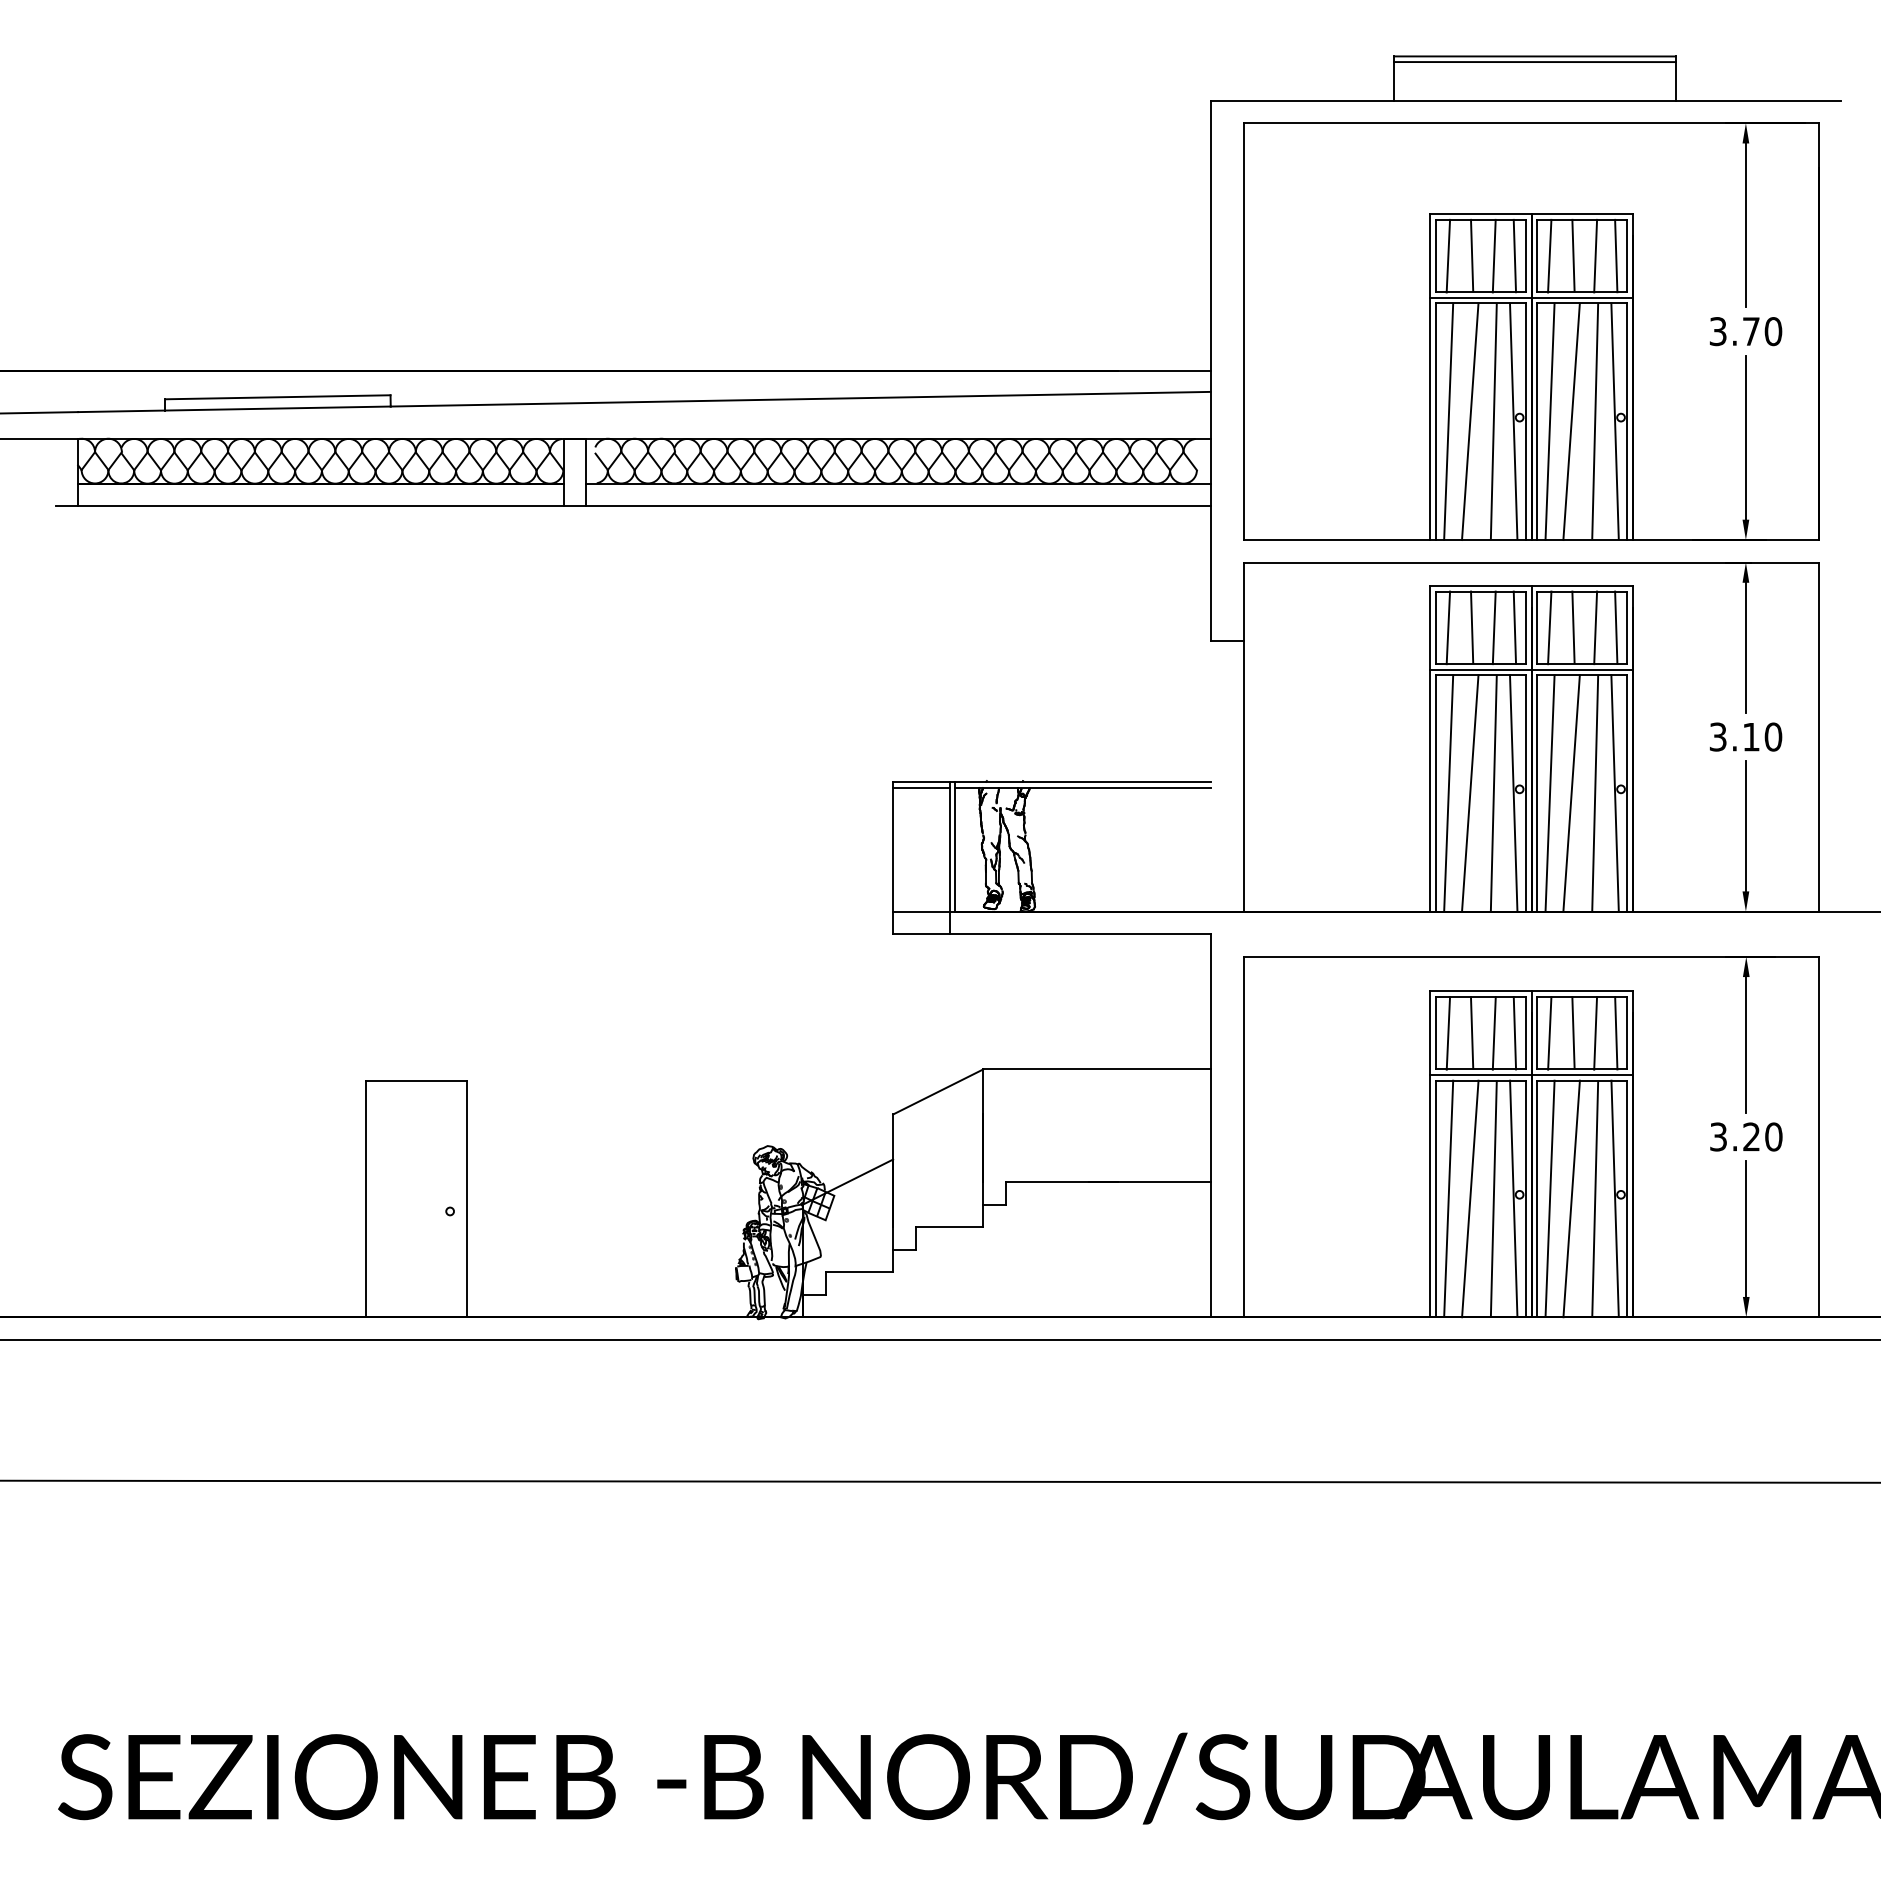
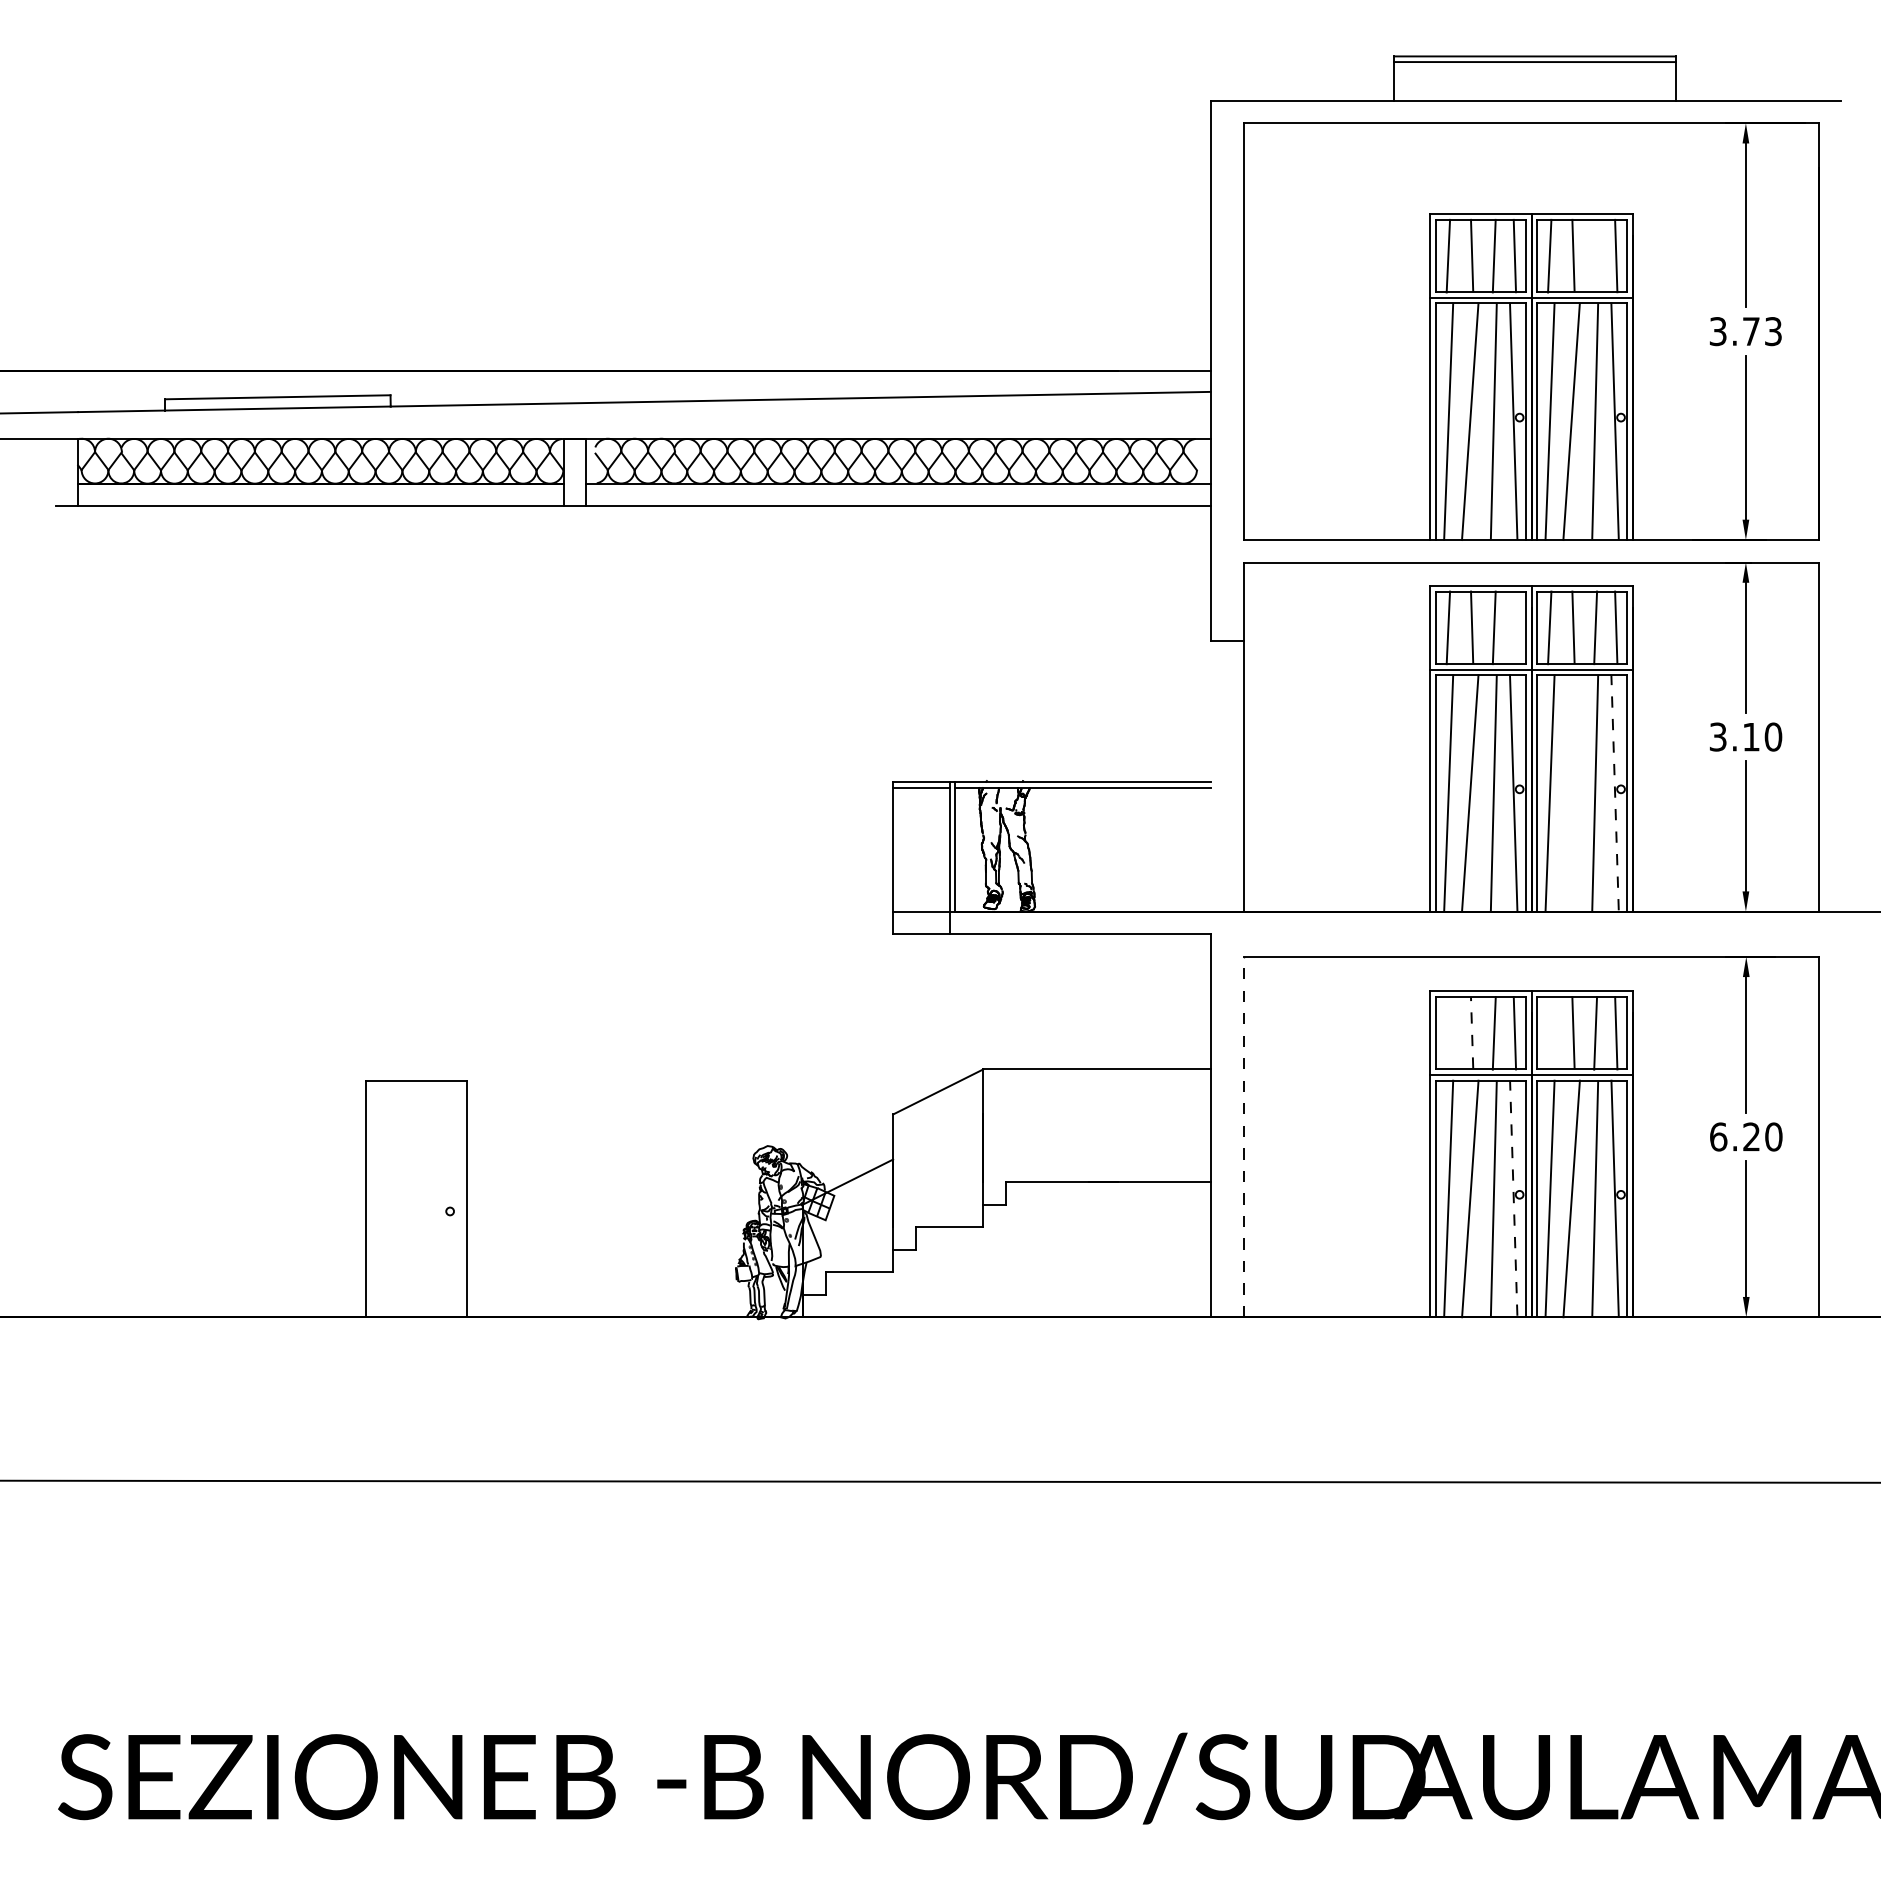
line at (1595, 255): present -> none
text at (1773, 331): 3.70 -> 3.73
line at (1514, 627): present -> none
line at (1615, 792): solid -> dashed
line at (1571, 793): present -> none
line at (1472, 1032): solid -> dashed
line at (1448, 1033): present -> none
line at (1549, 1033): present -> none
line at (1244, 1136): solid -> dashed
text at (1718, 1136): 3.20 -> 6.20
line at (1513, 1198): solid -> dashed
line at (939, 1339): present -> none
